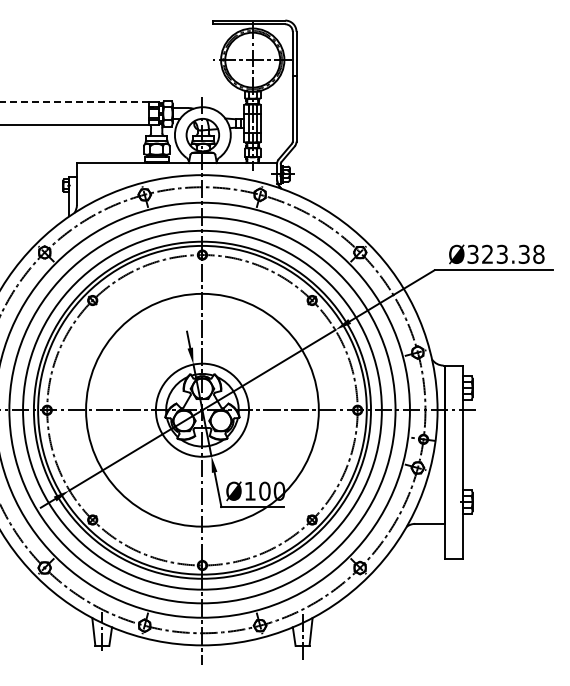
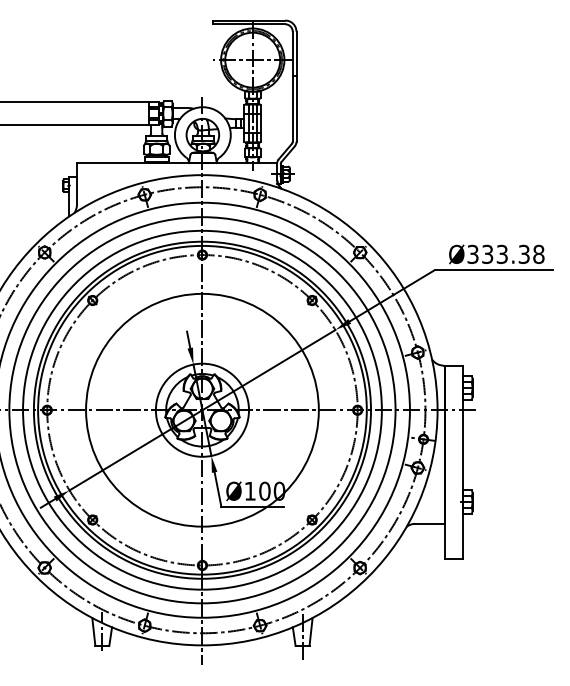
line at (74, 102): dashed -> solid
text at (487, 254): Ø323.38 -> Ø333.38
